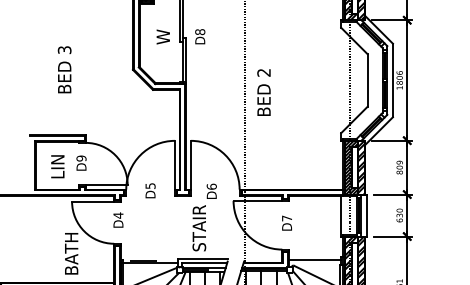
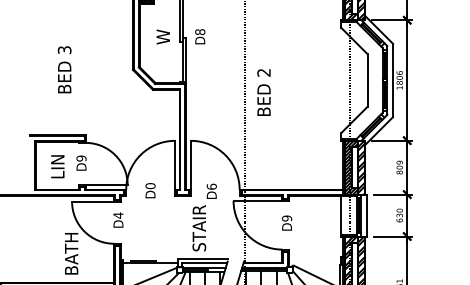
text at (150, 186): D5 -> D0
text at (287, 218): D7 -> D9
line at (314, 260): present -> none
